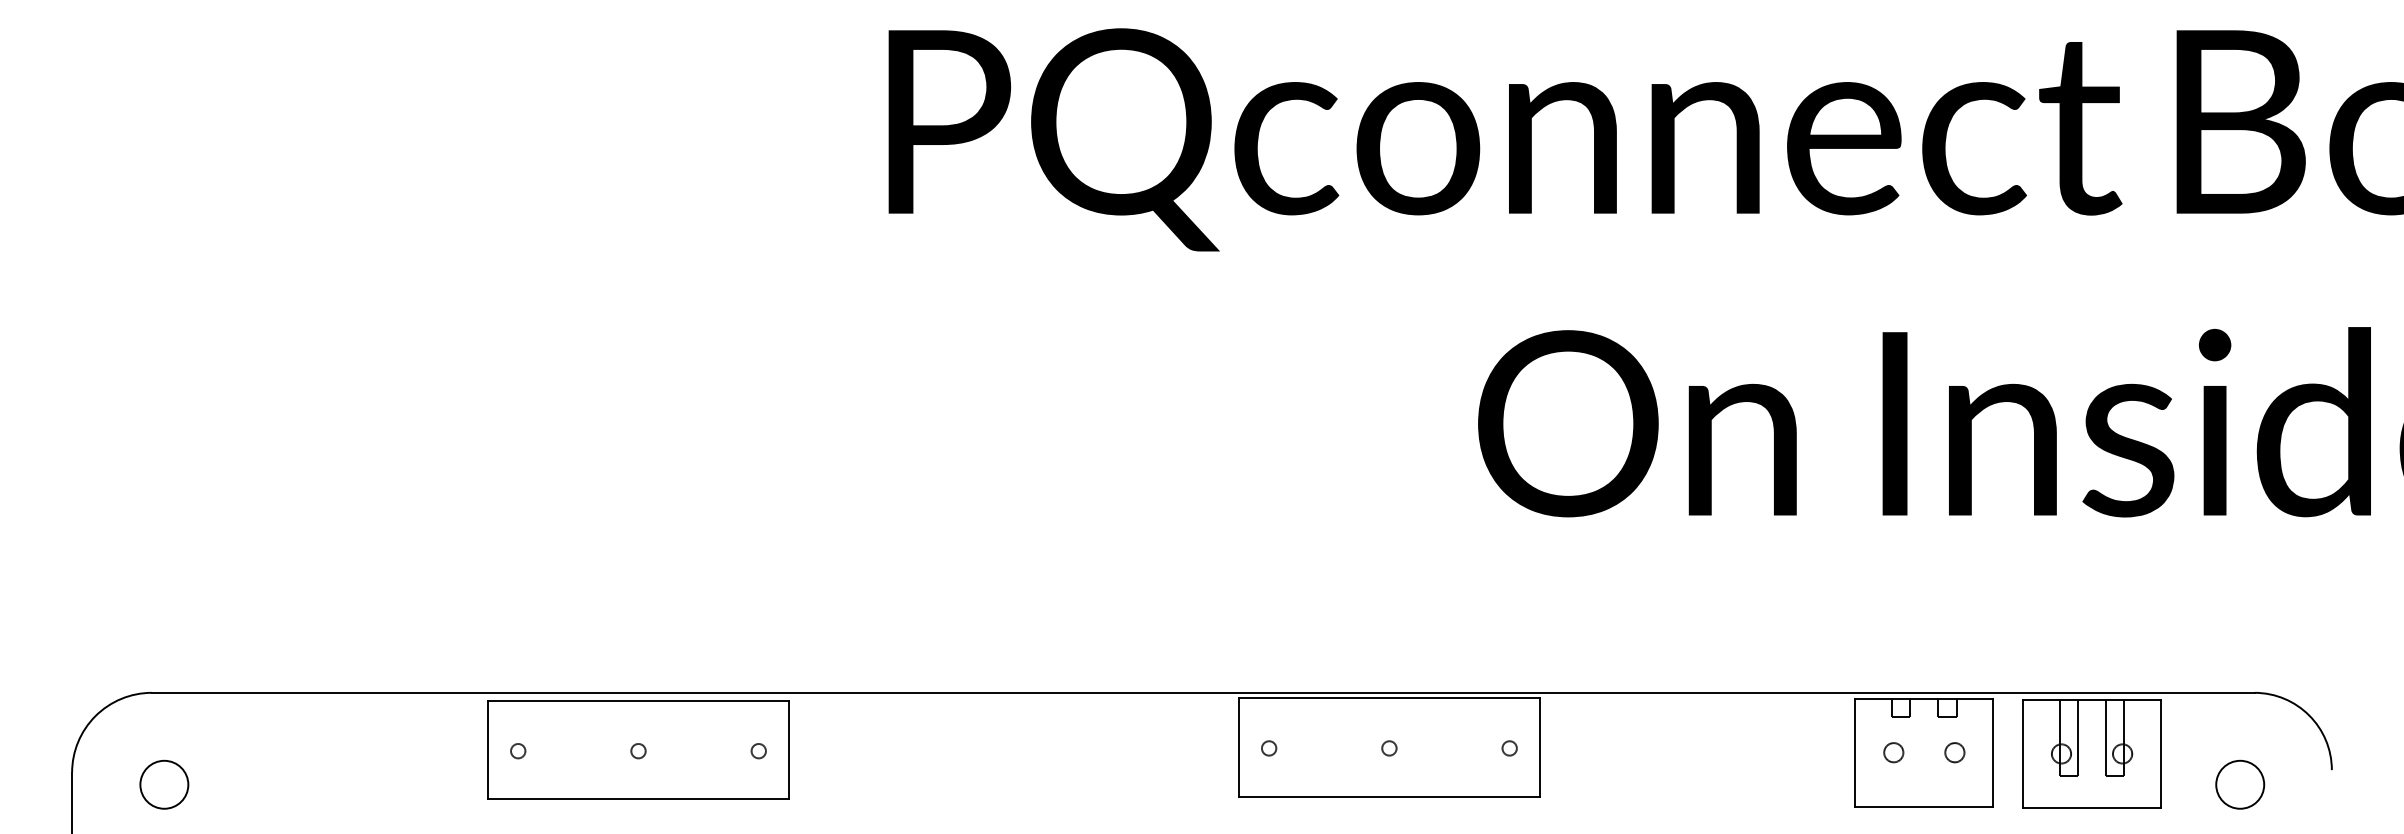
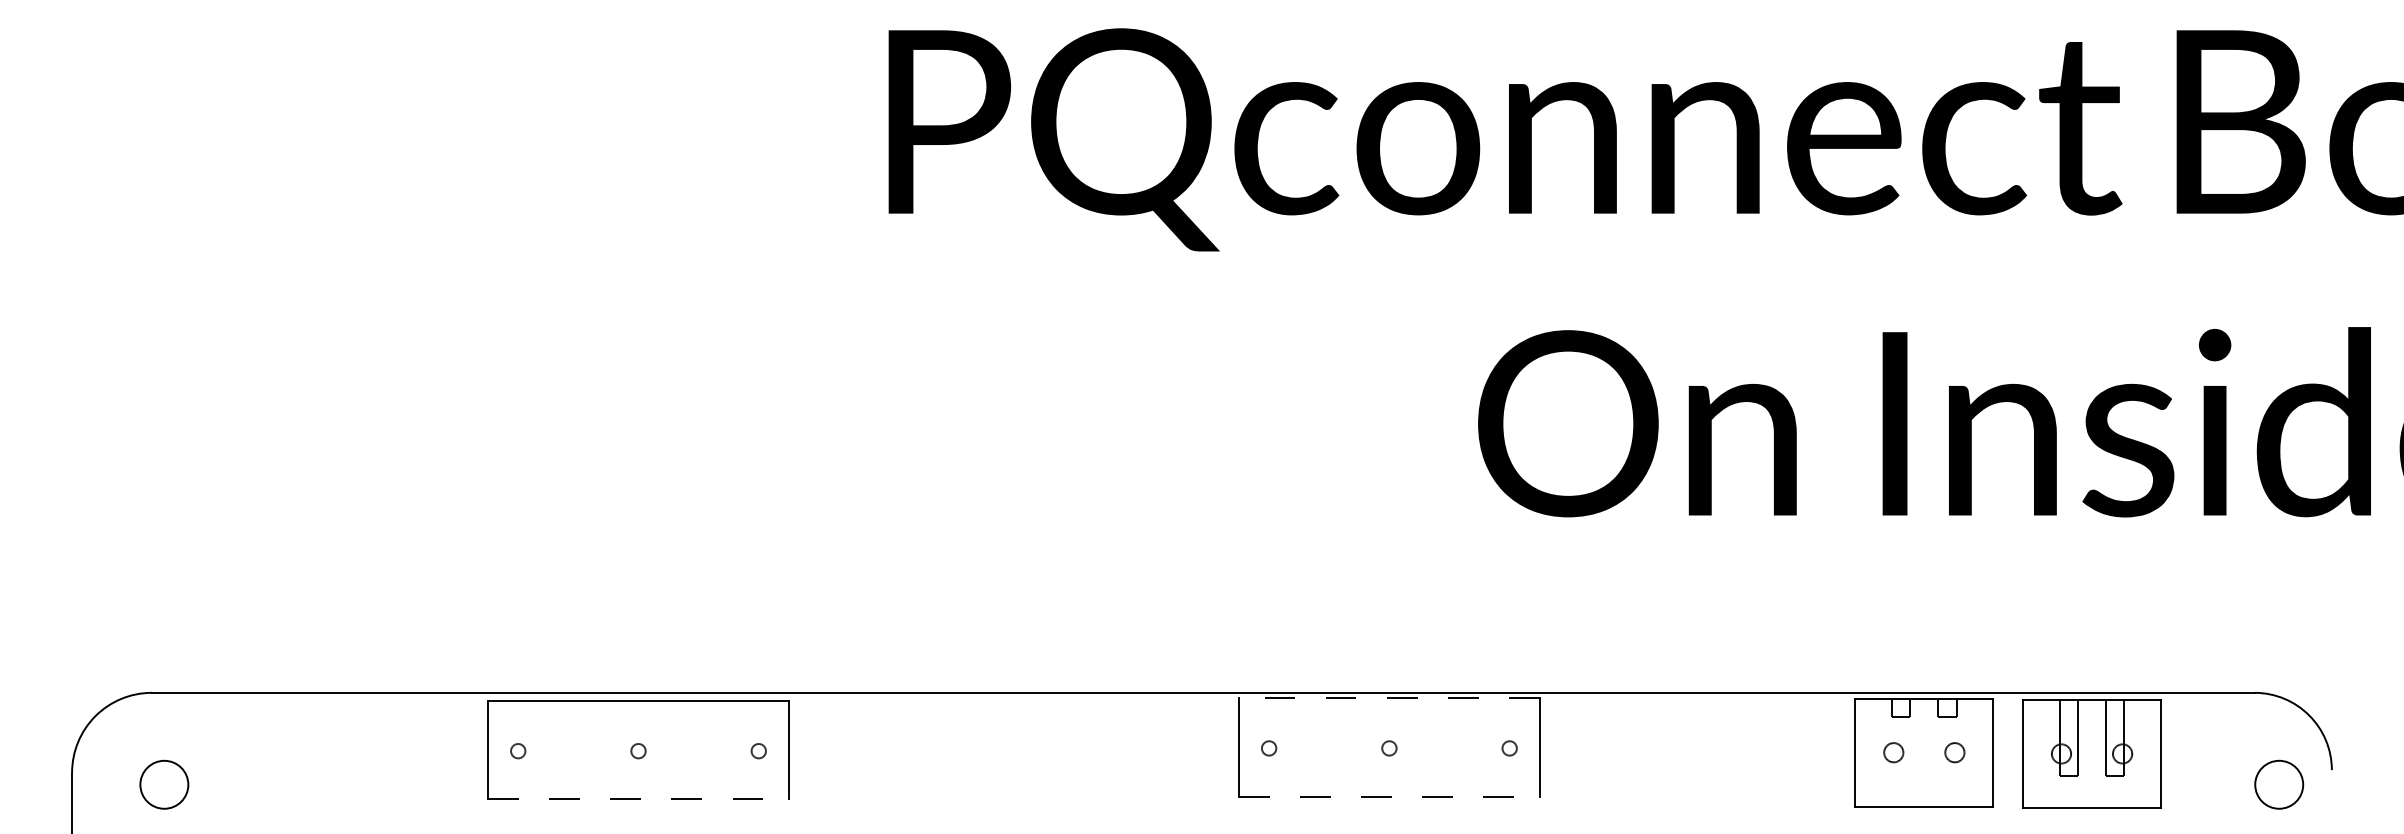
line at (1388, 697): solid -> dashed
circle at (2240, 784) position: (2240, 784) -> (2279, 784)
line at (1389, 796): solid -> dashed
line at (639, 799): solid -> dashed
